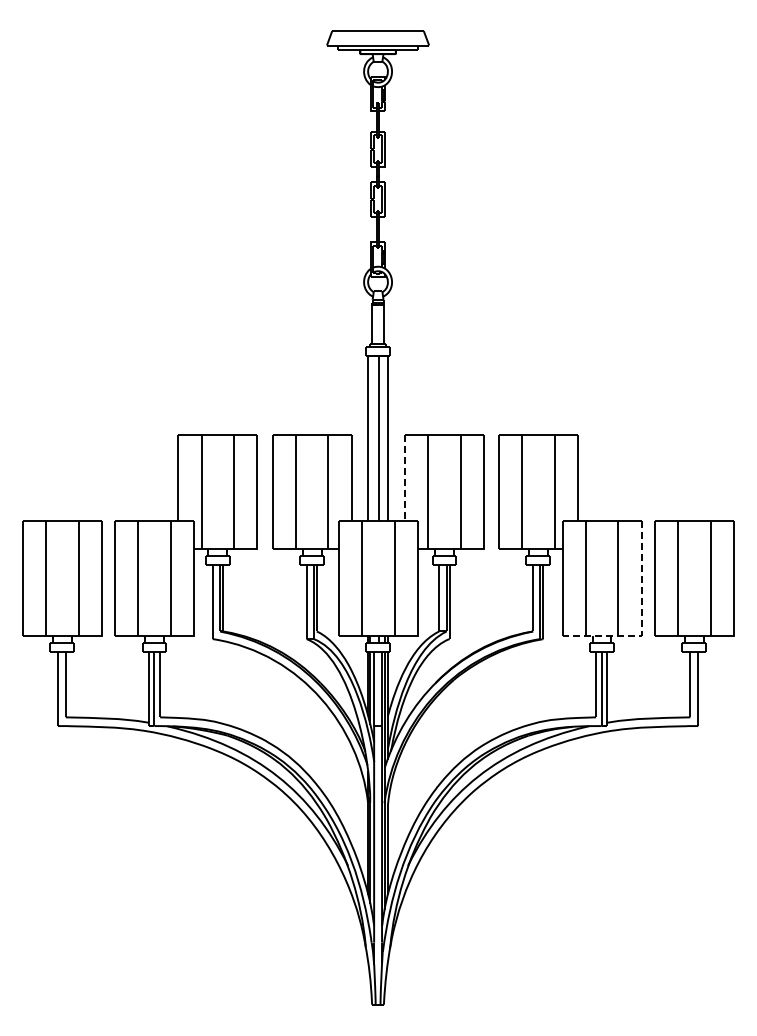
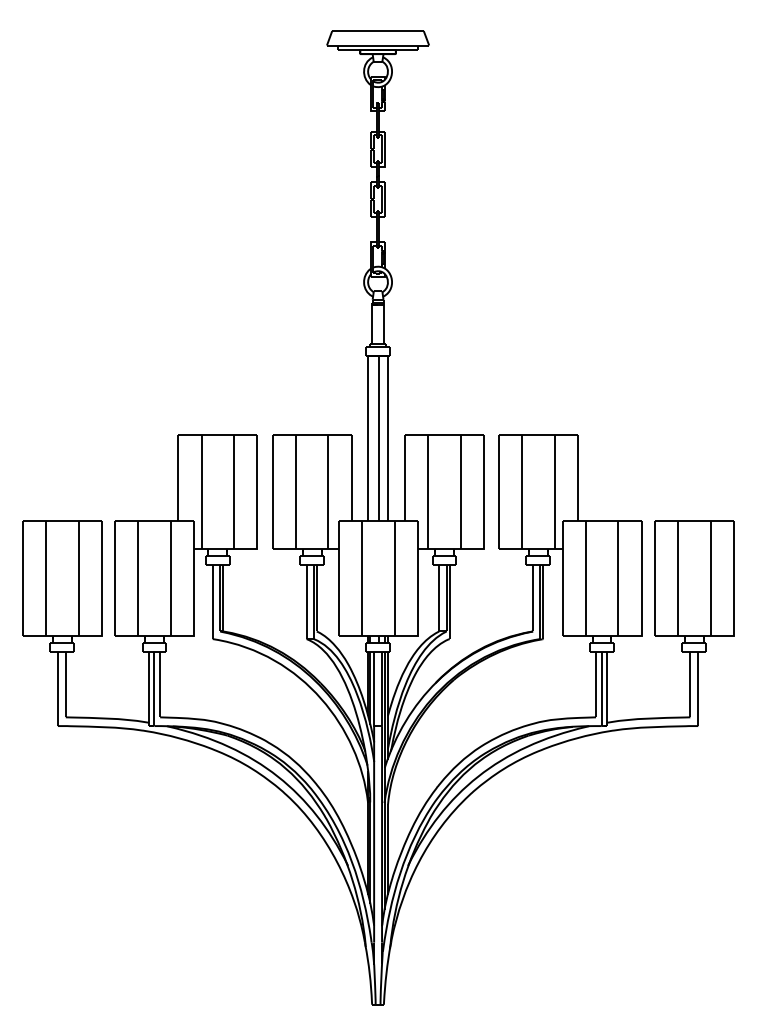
line at (405, 478): dashed -> solid
line at (641, 618): dashed -> solid
